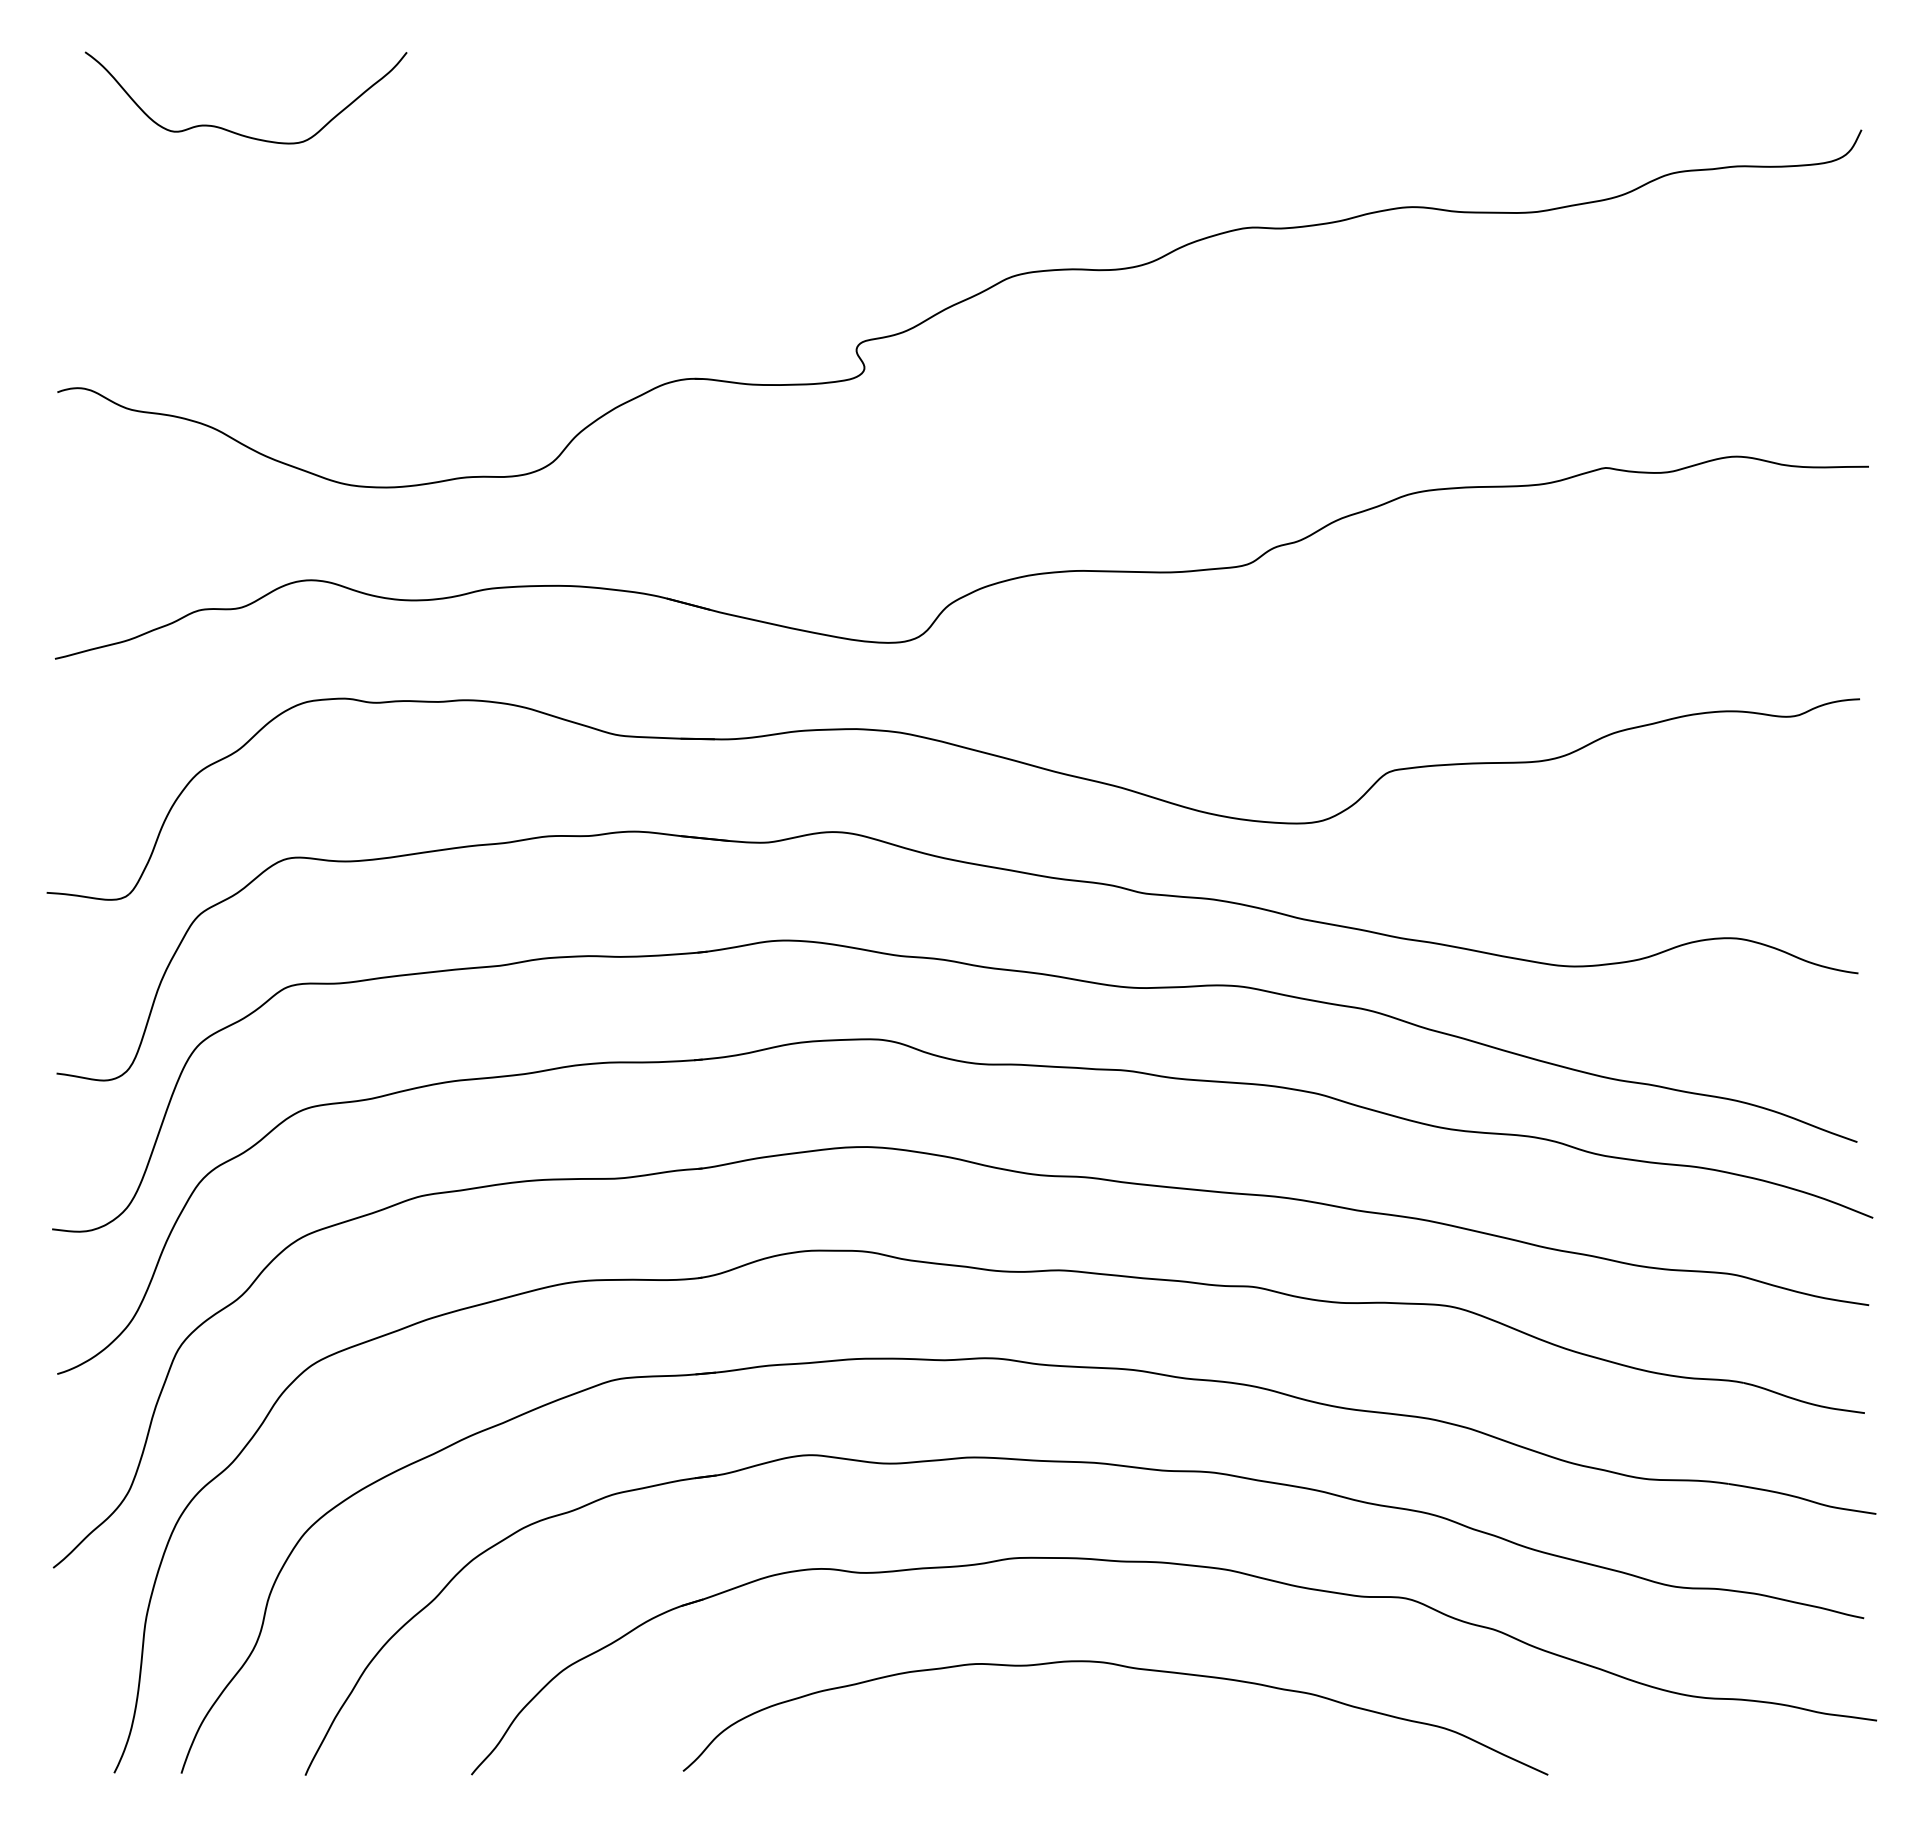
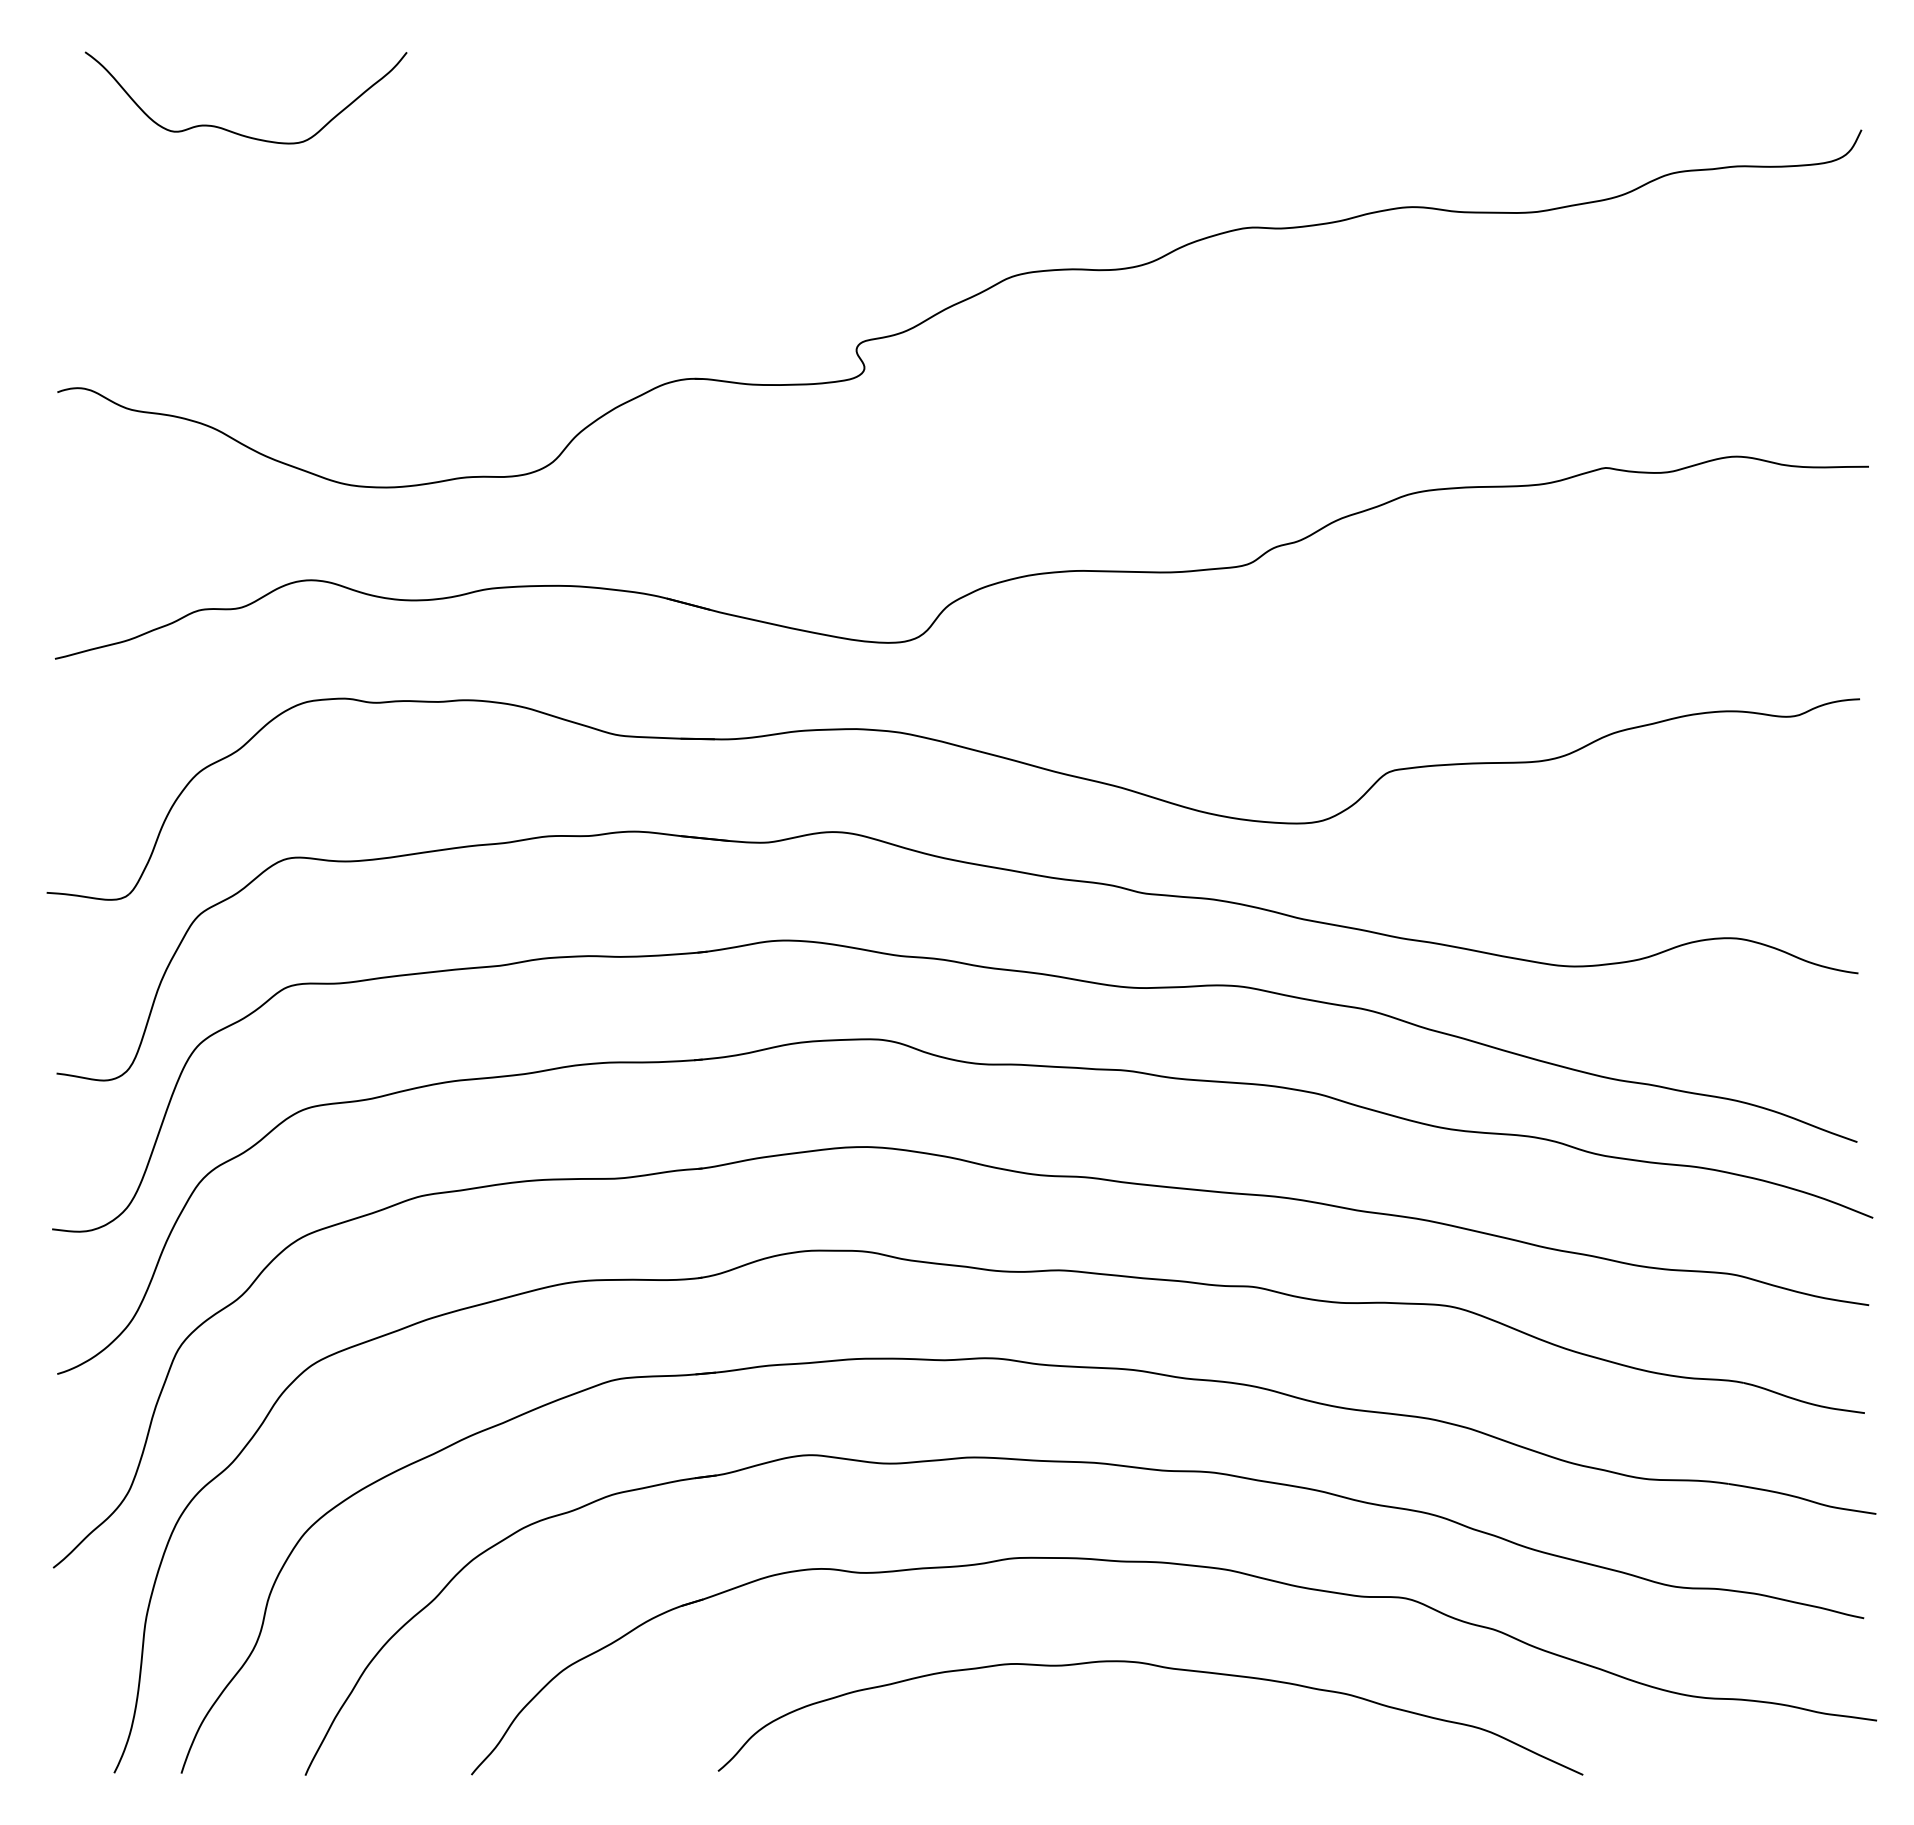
curve at (1123, 1667) position: (1123, 1667) -> (1158, 1667)
